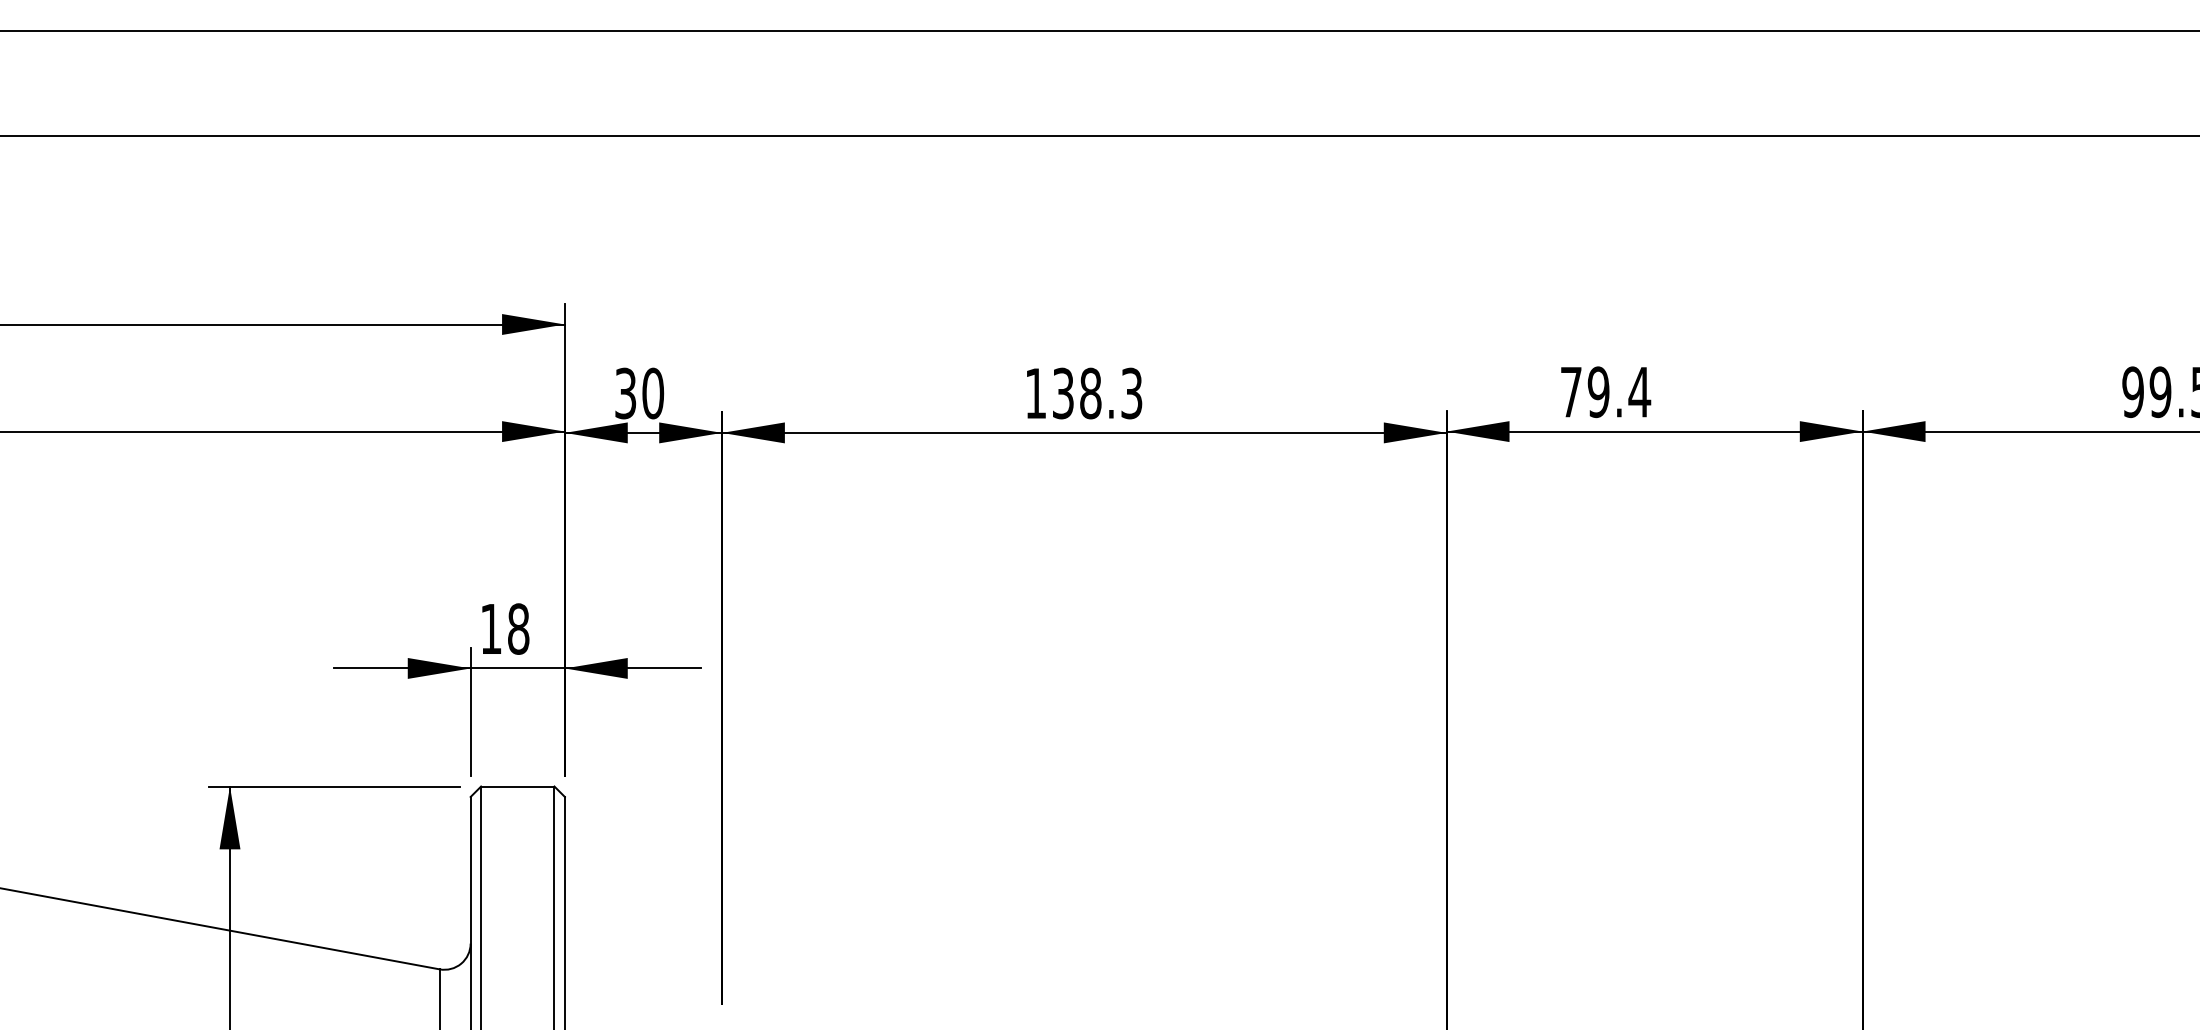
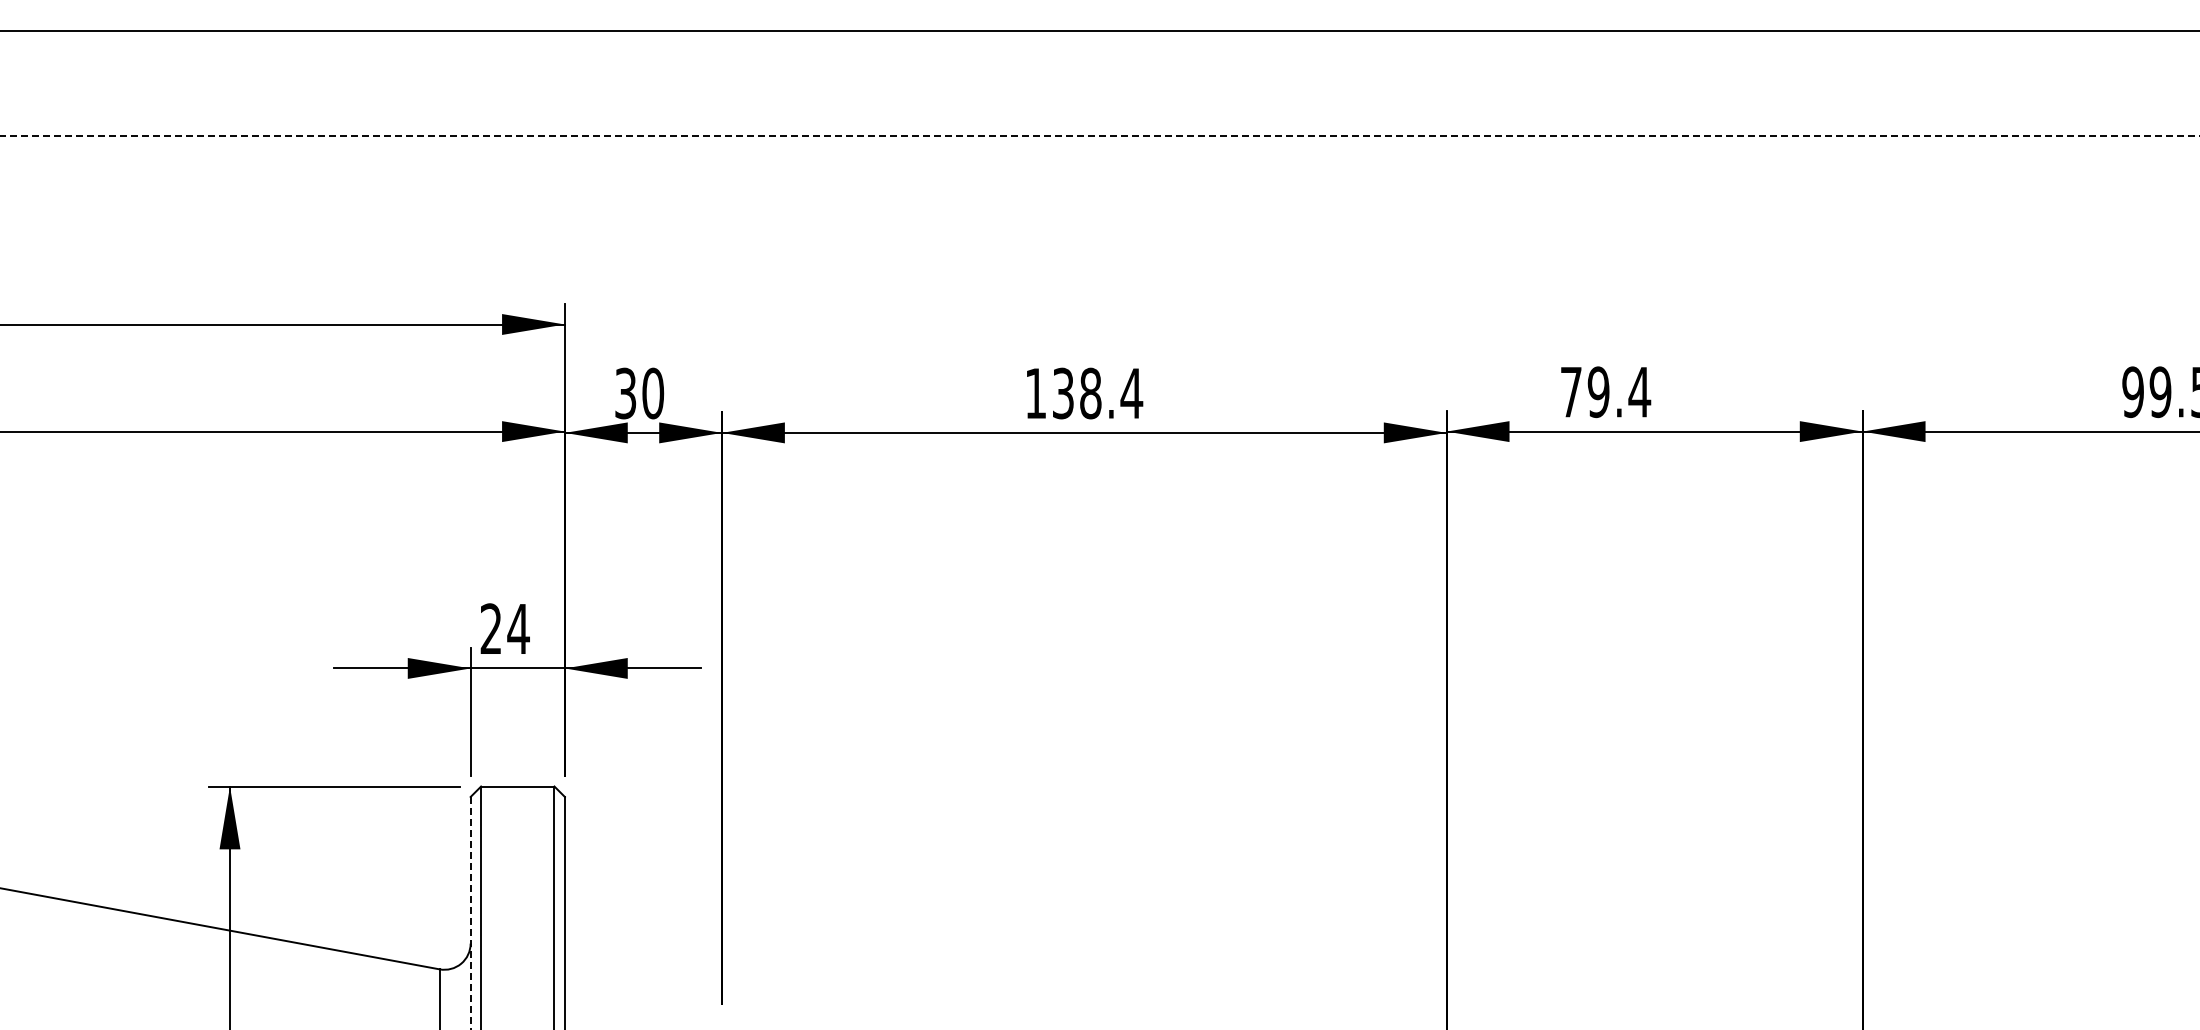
line at (1099, 135): solid -> dashed
text at (1131, 393): 138.3 -> 138.4
text at (504, 628): 18 -> 24
line at (470, 912): solid -> dashed
